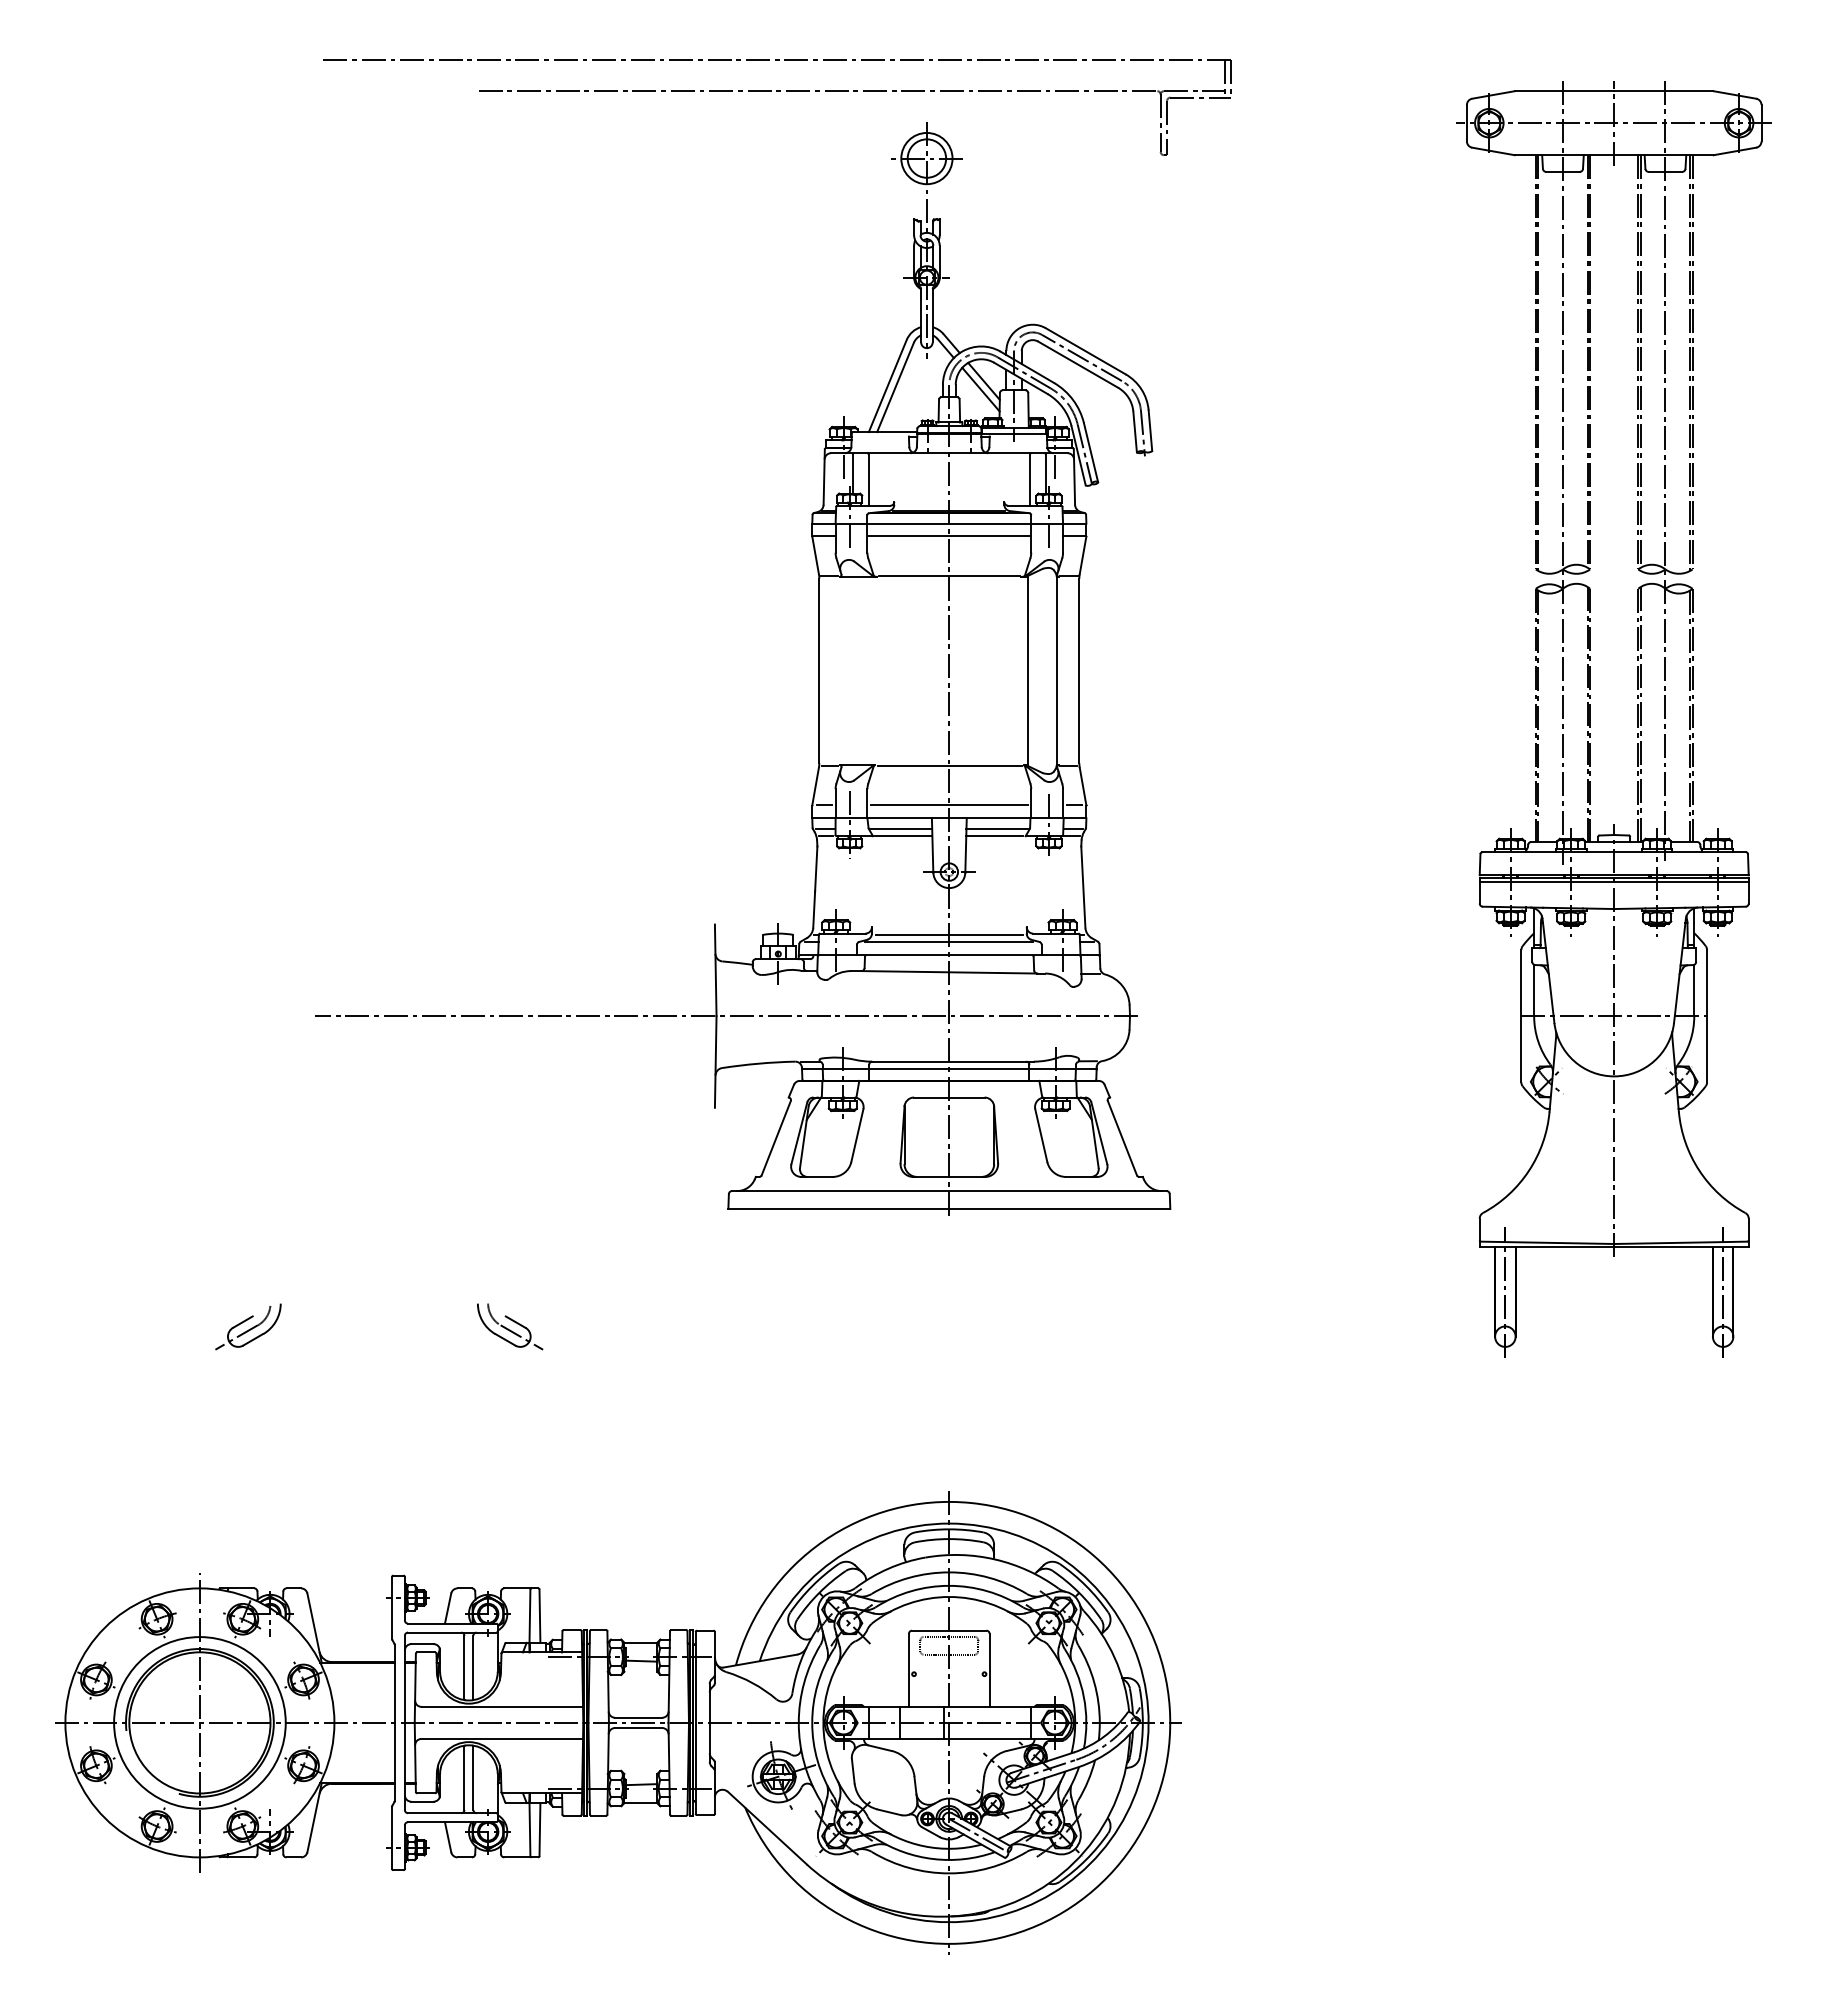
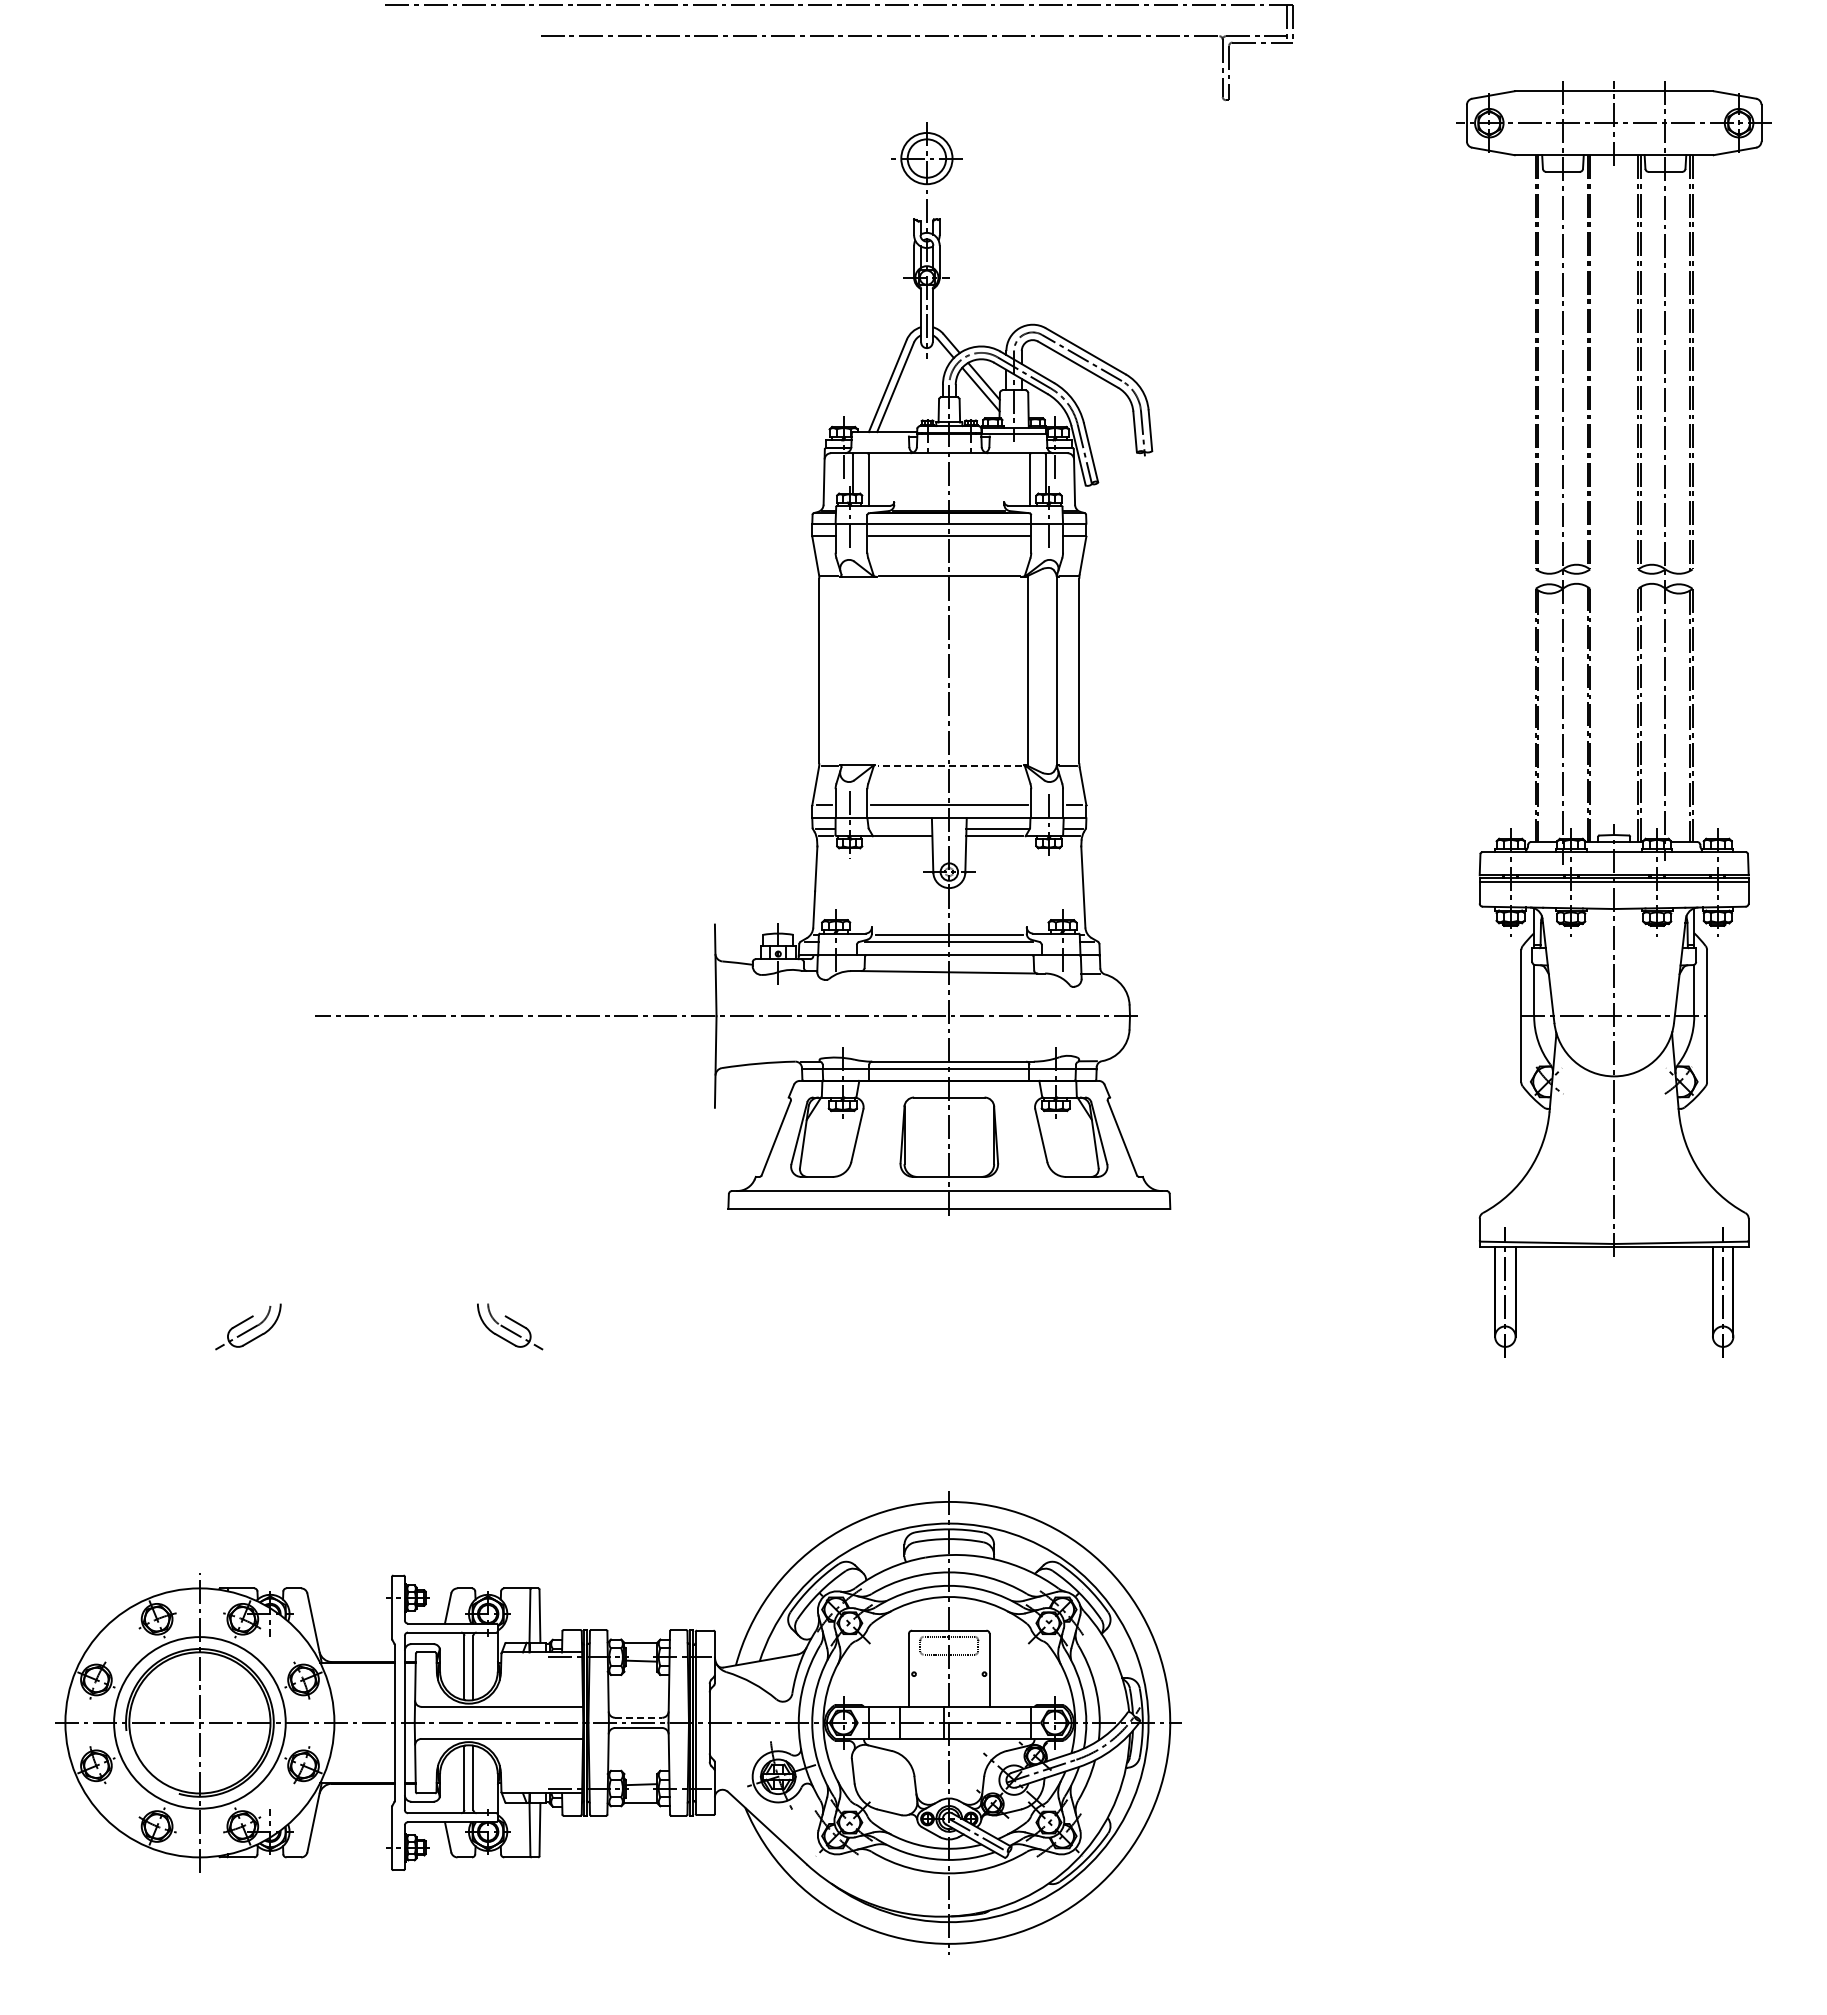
part at (777, 91) position: (777, 91) -> (839, 36)
line at (949, 765): solid -> dashed
line at (901, 829): present -> none
line at (638, 1717): solid -> dashed
